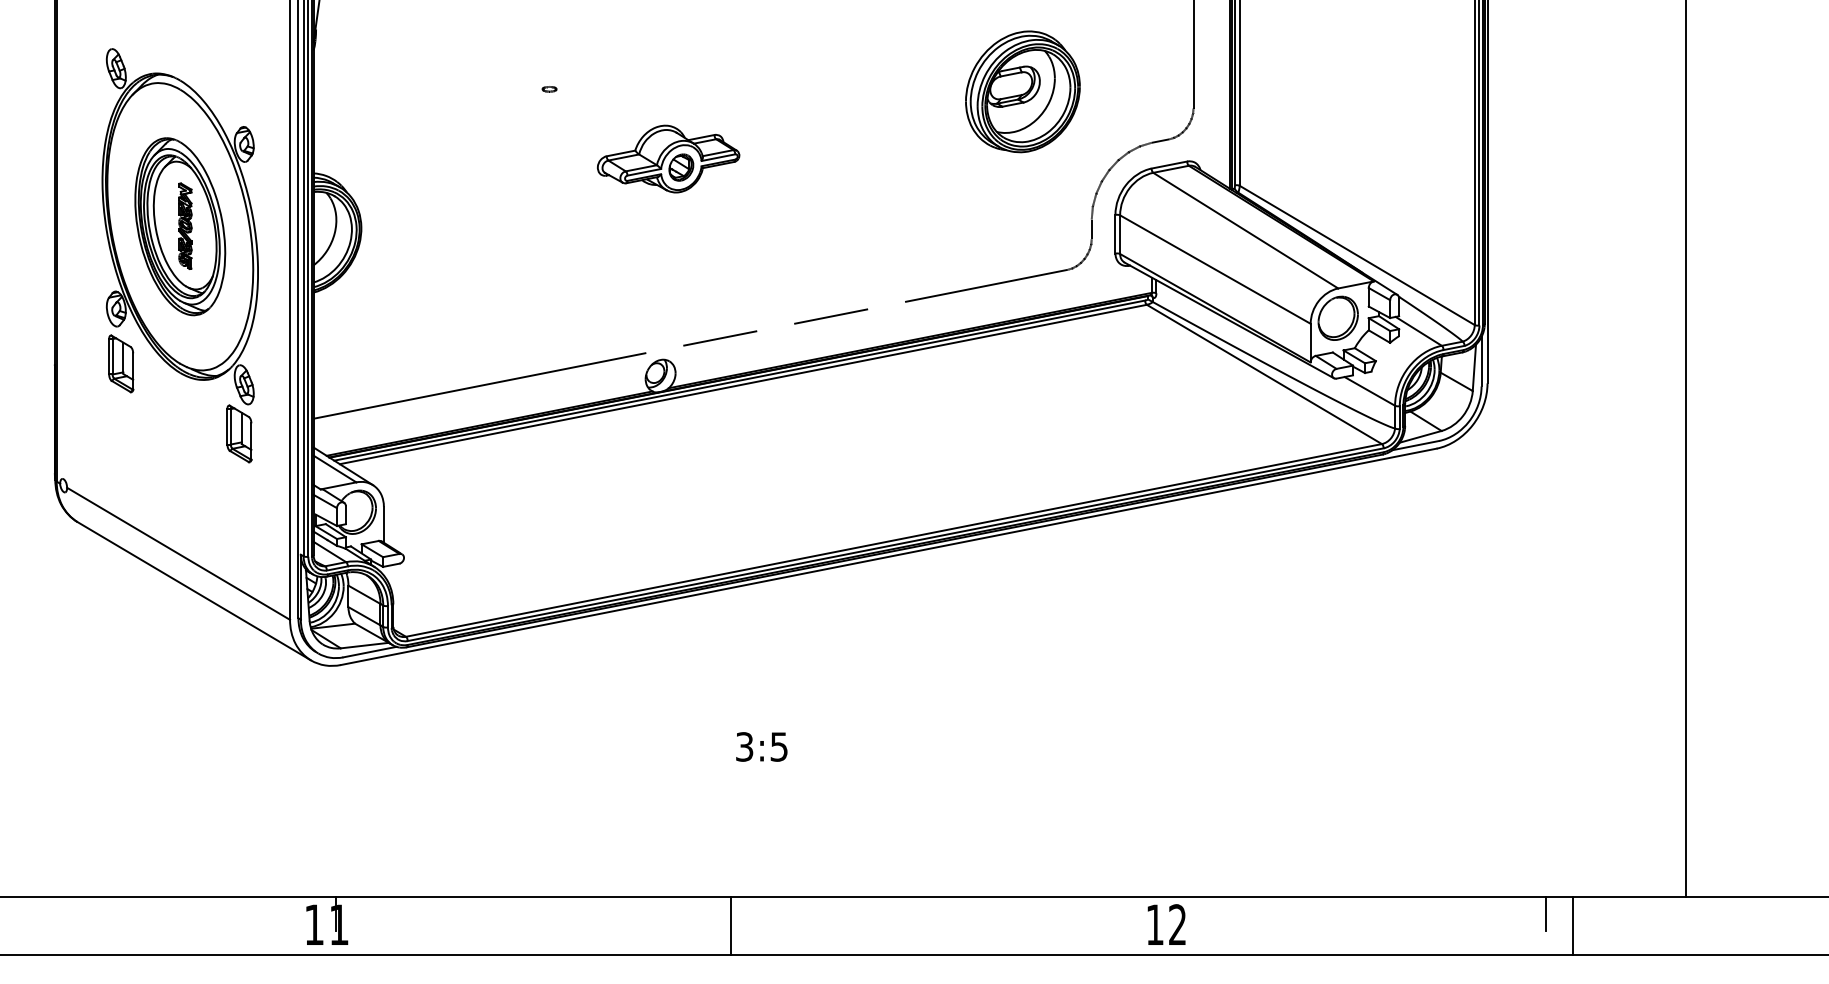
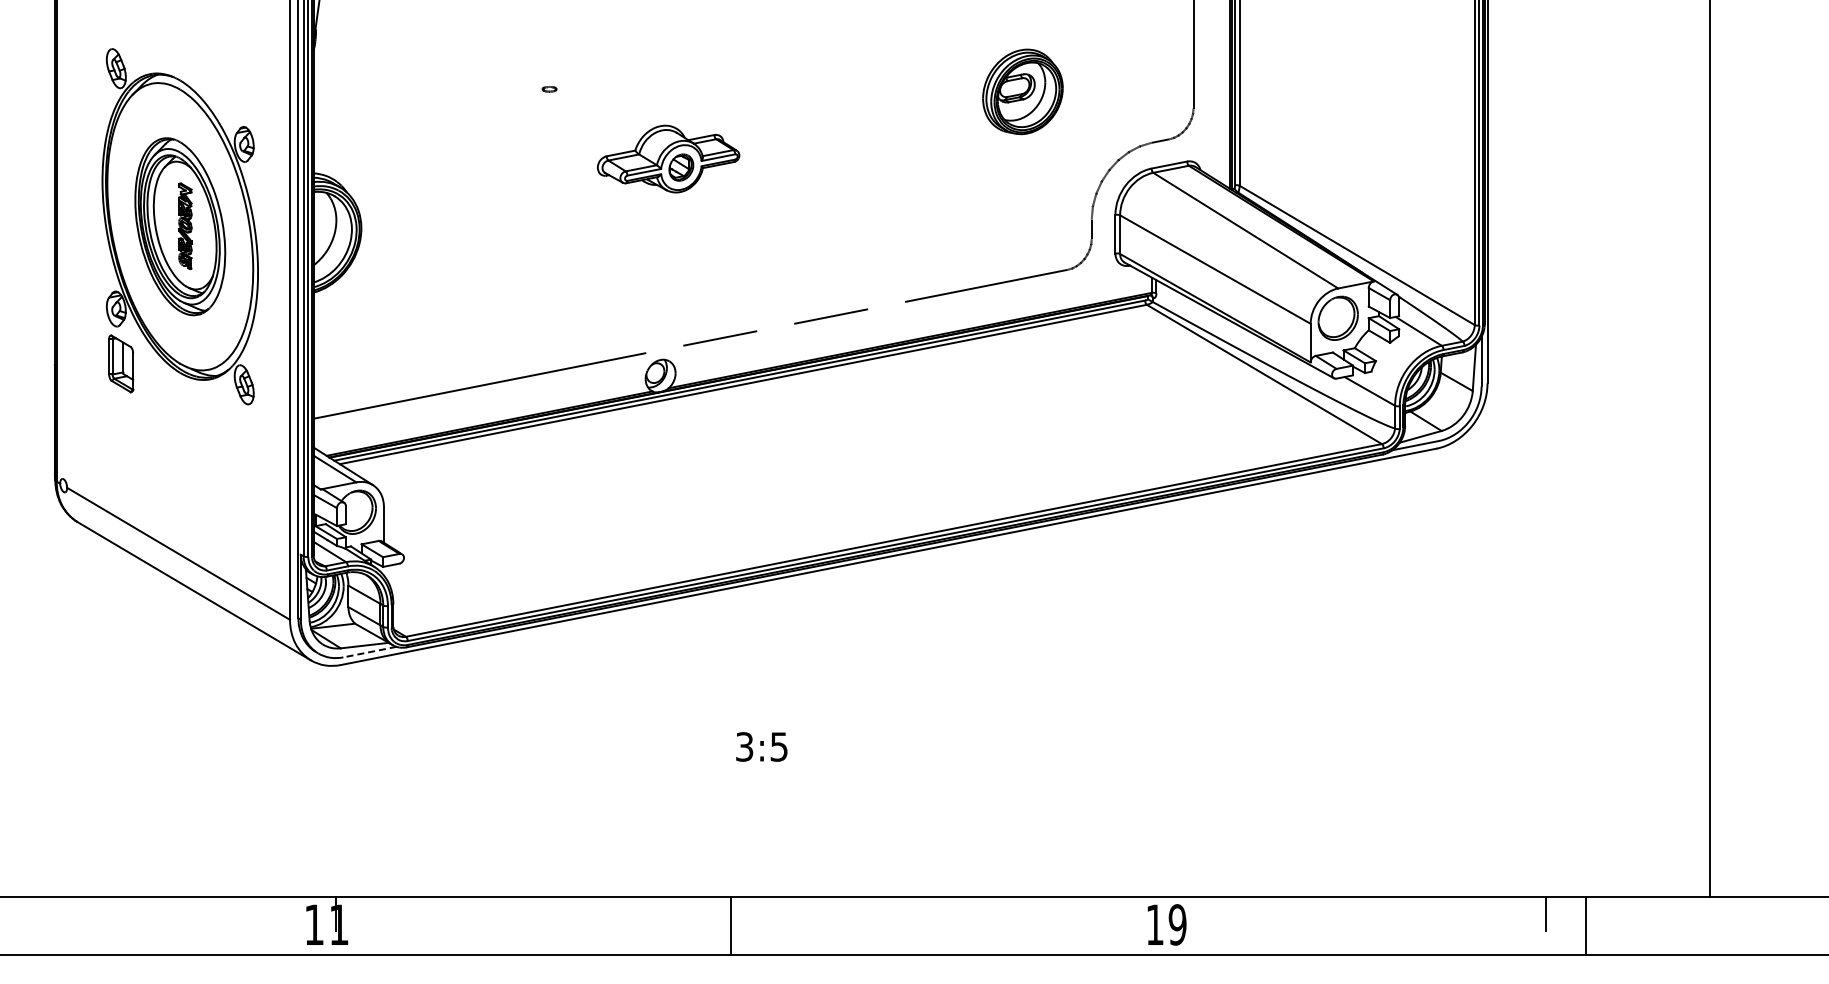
part at (1022, 91) size: 116x124 px -> 82x88 px
part at (239, 433): present -> none
line at (1686, 449) position: (1686, 449) -> (1710, 449)
line at (369, 652): solid -> dashed
text at (1177, 924): 12 -> 19
line at (1572, 925) position: (1572, 925) -> (1585, 925)
